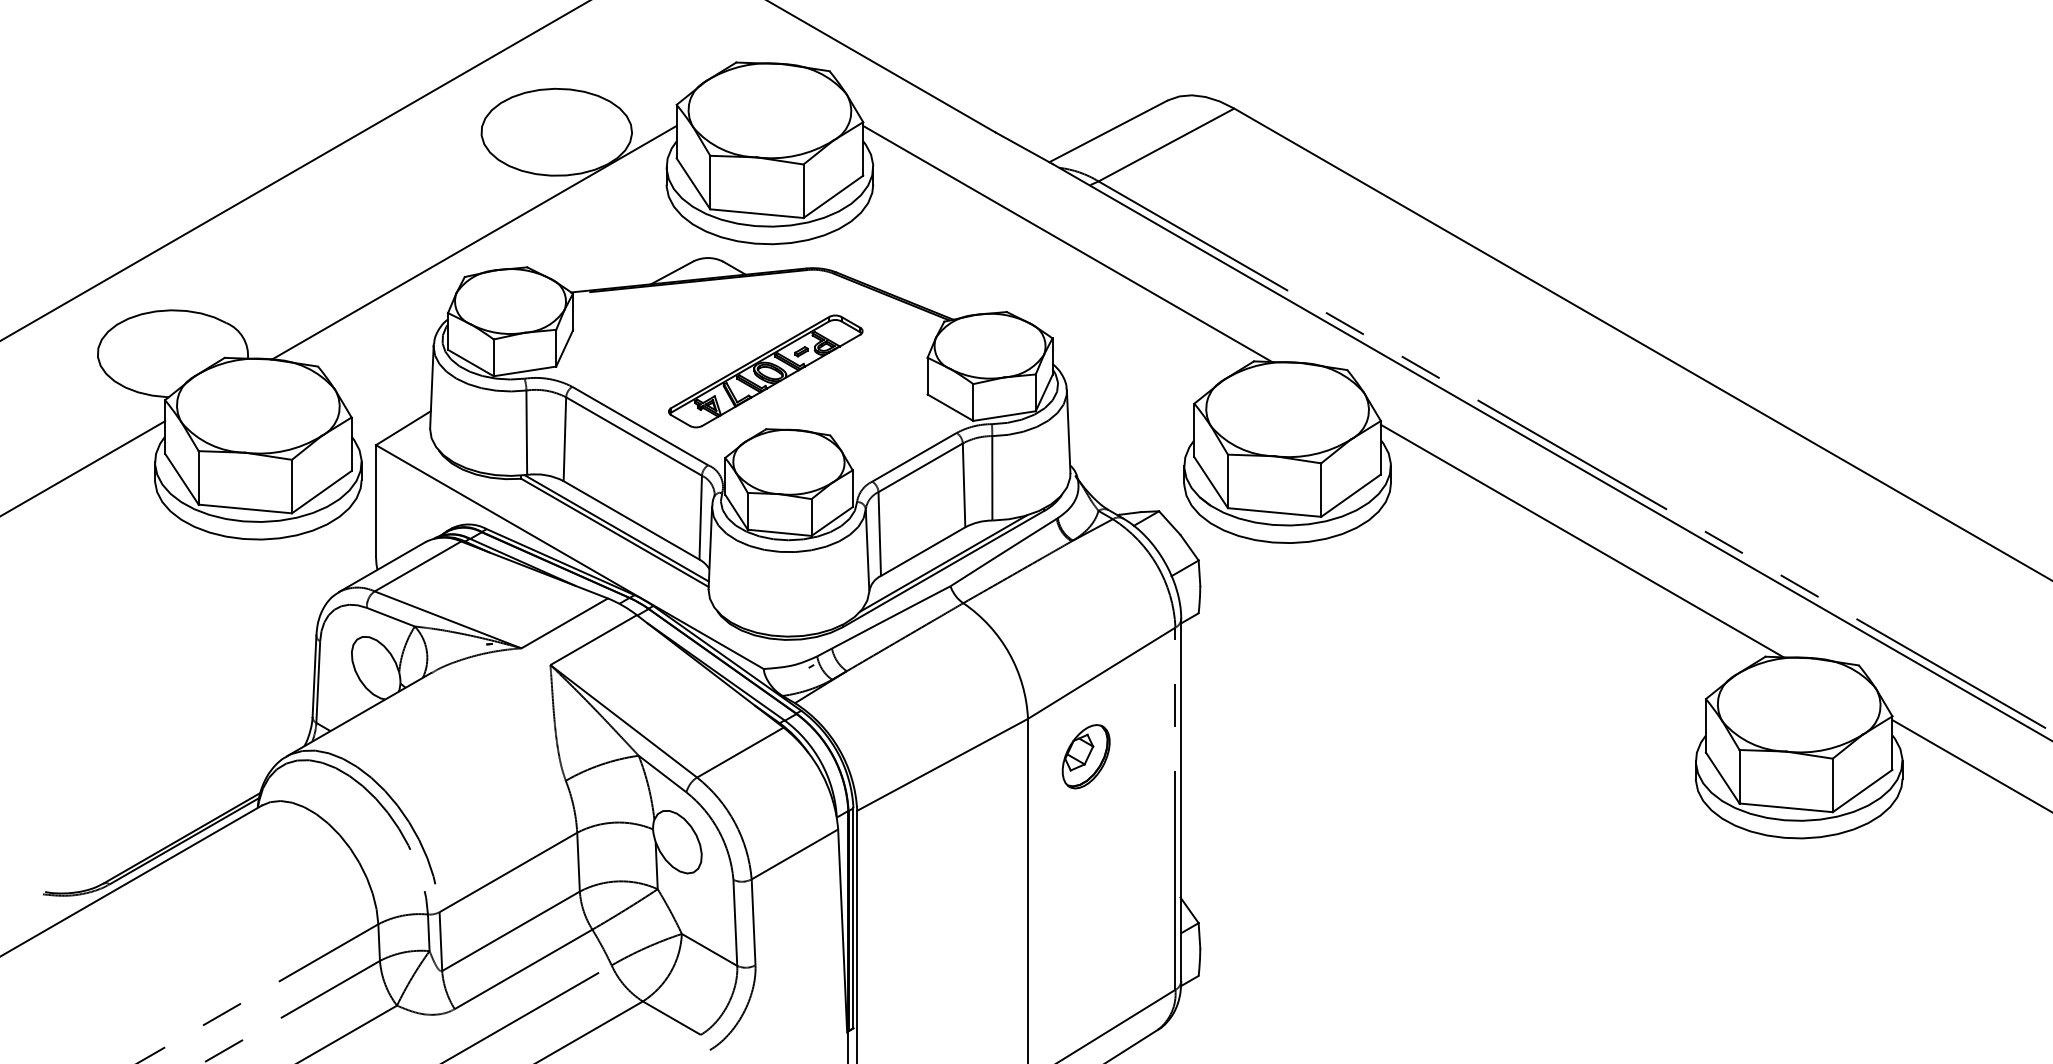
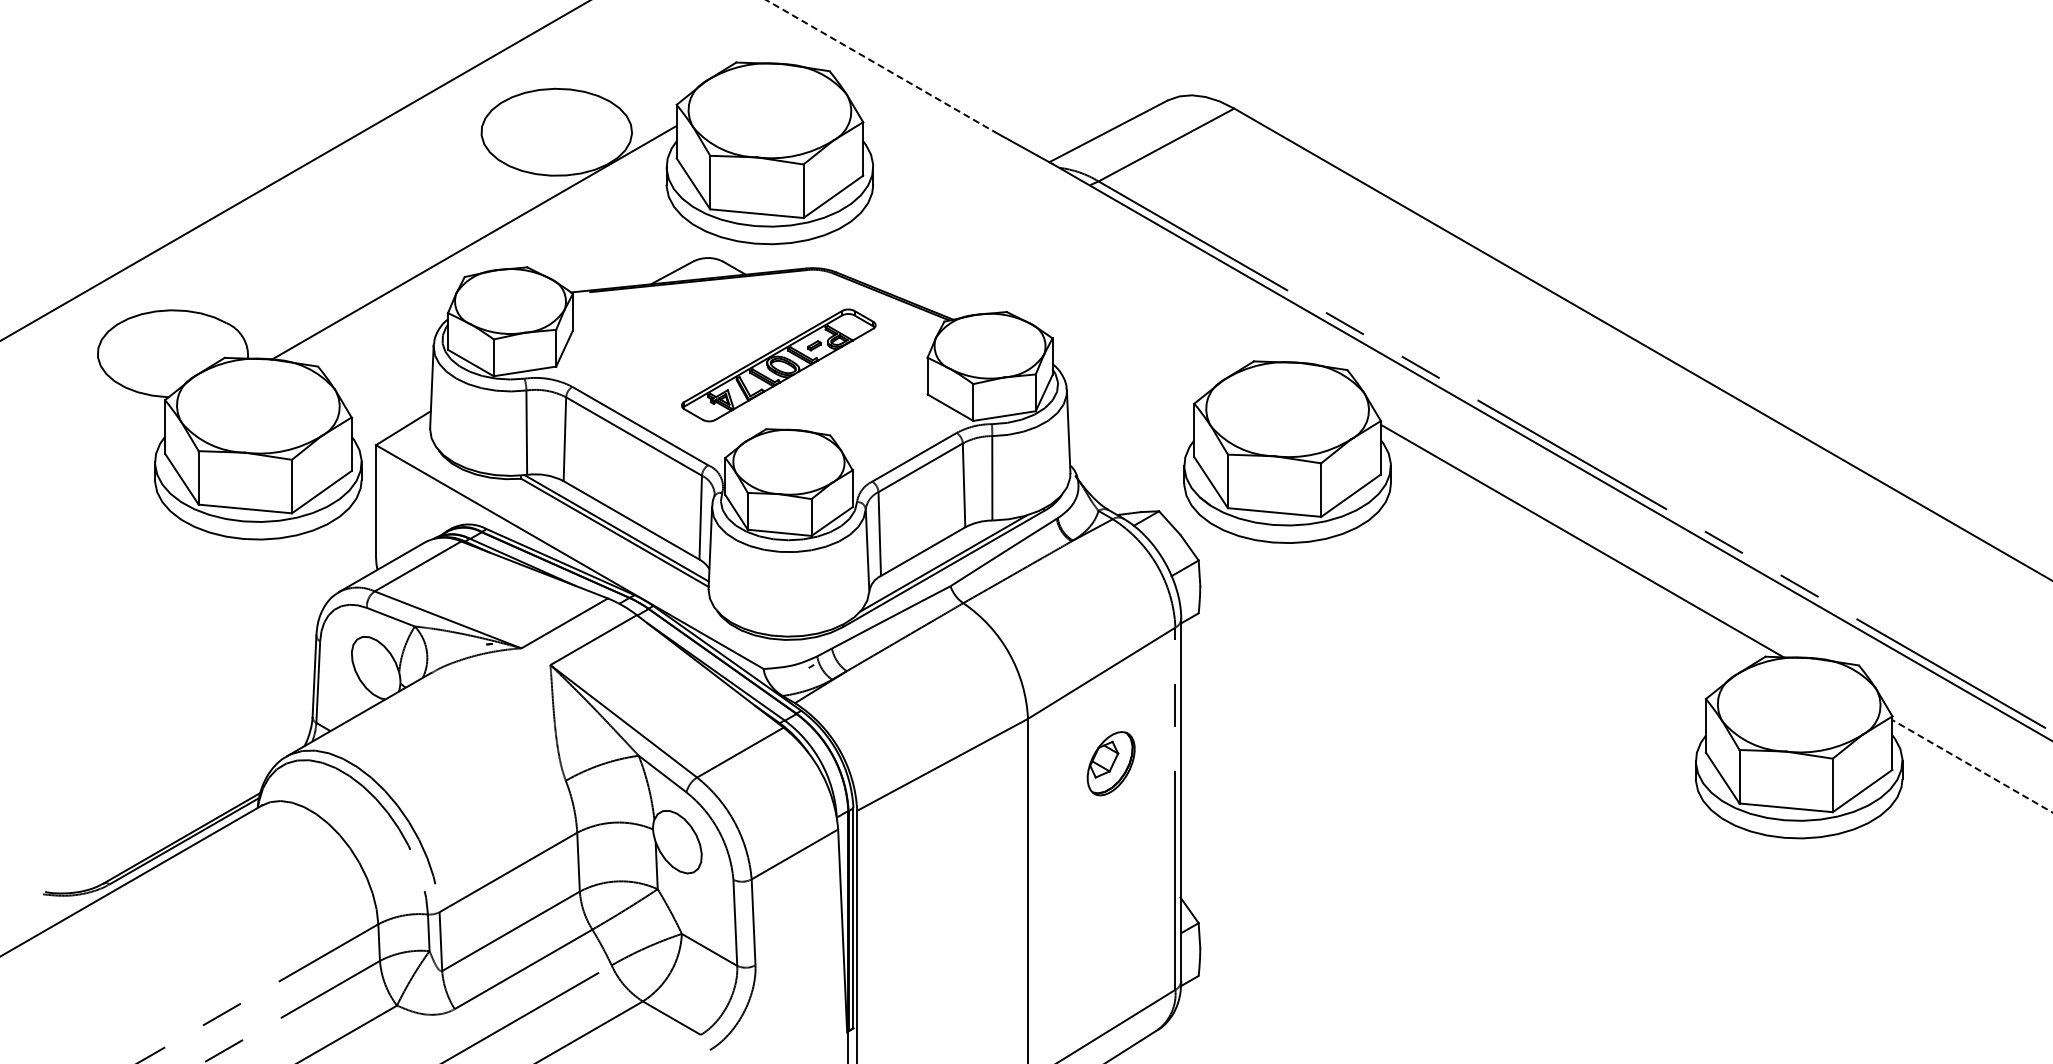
line at (881, 66): solid -> dashed
line at (1067, 243): present -> none
part at (765, 371) position: (765, 371) -> (778, 365)
line at (83, 468): present -> none
part at (1085, 756) position: (1085, 756) -> (1110, 763)
line at (1972, 766): solid -> dashed
